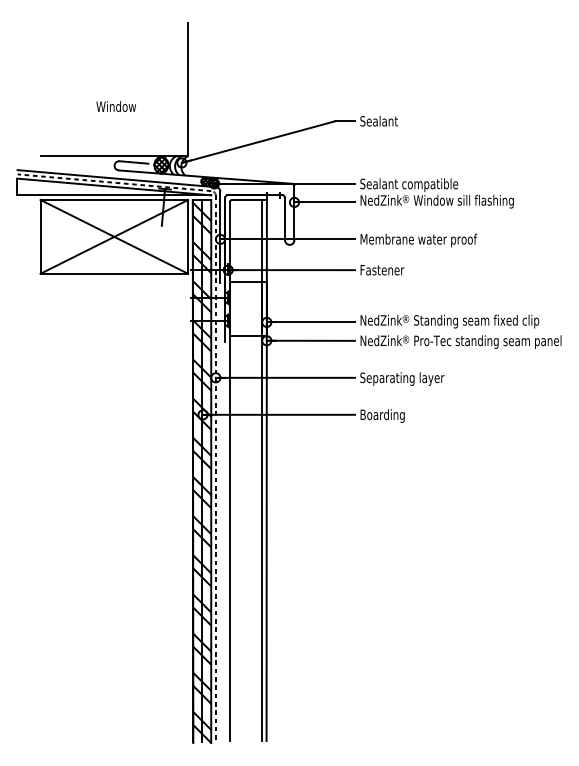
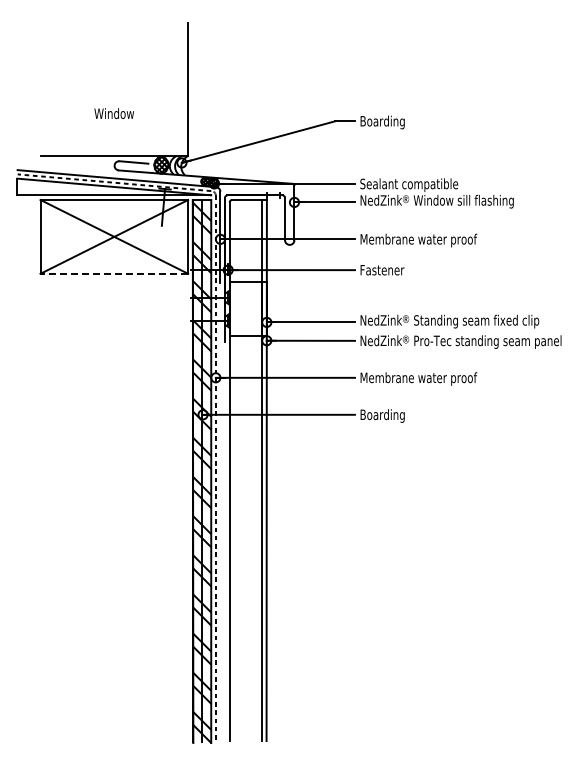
text at (116, 106) position: (116, 106) -> (114, 113)
text at (382, 122): Sealant -> Boarding
line at (114, 273): solid -> dashed
text at (418, 378): Separating layer -> Membrane water proof
